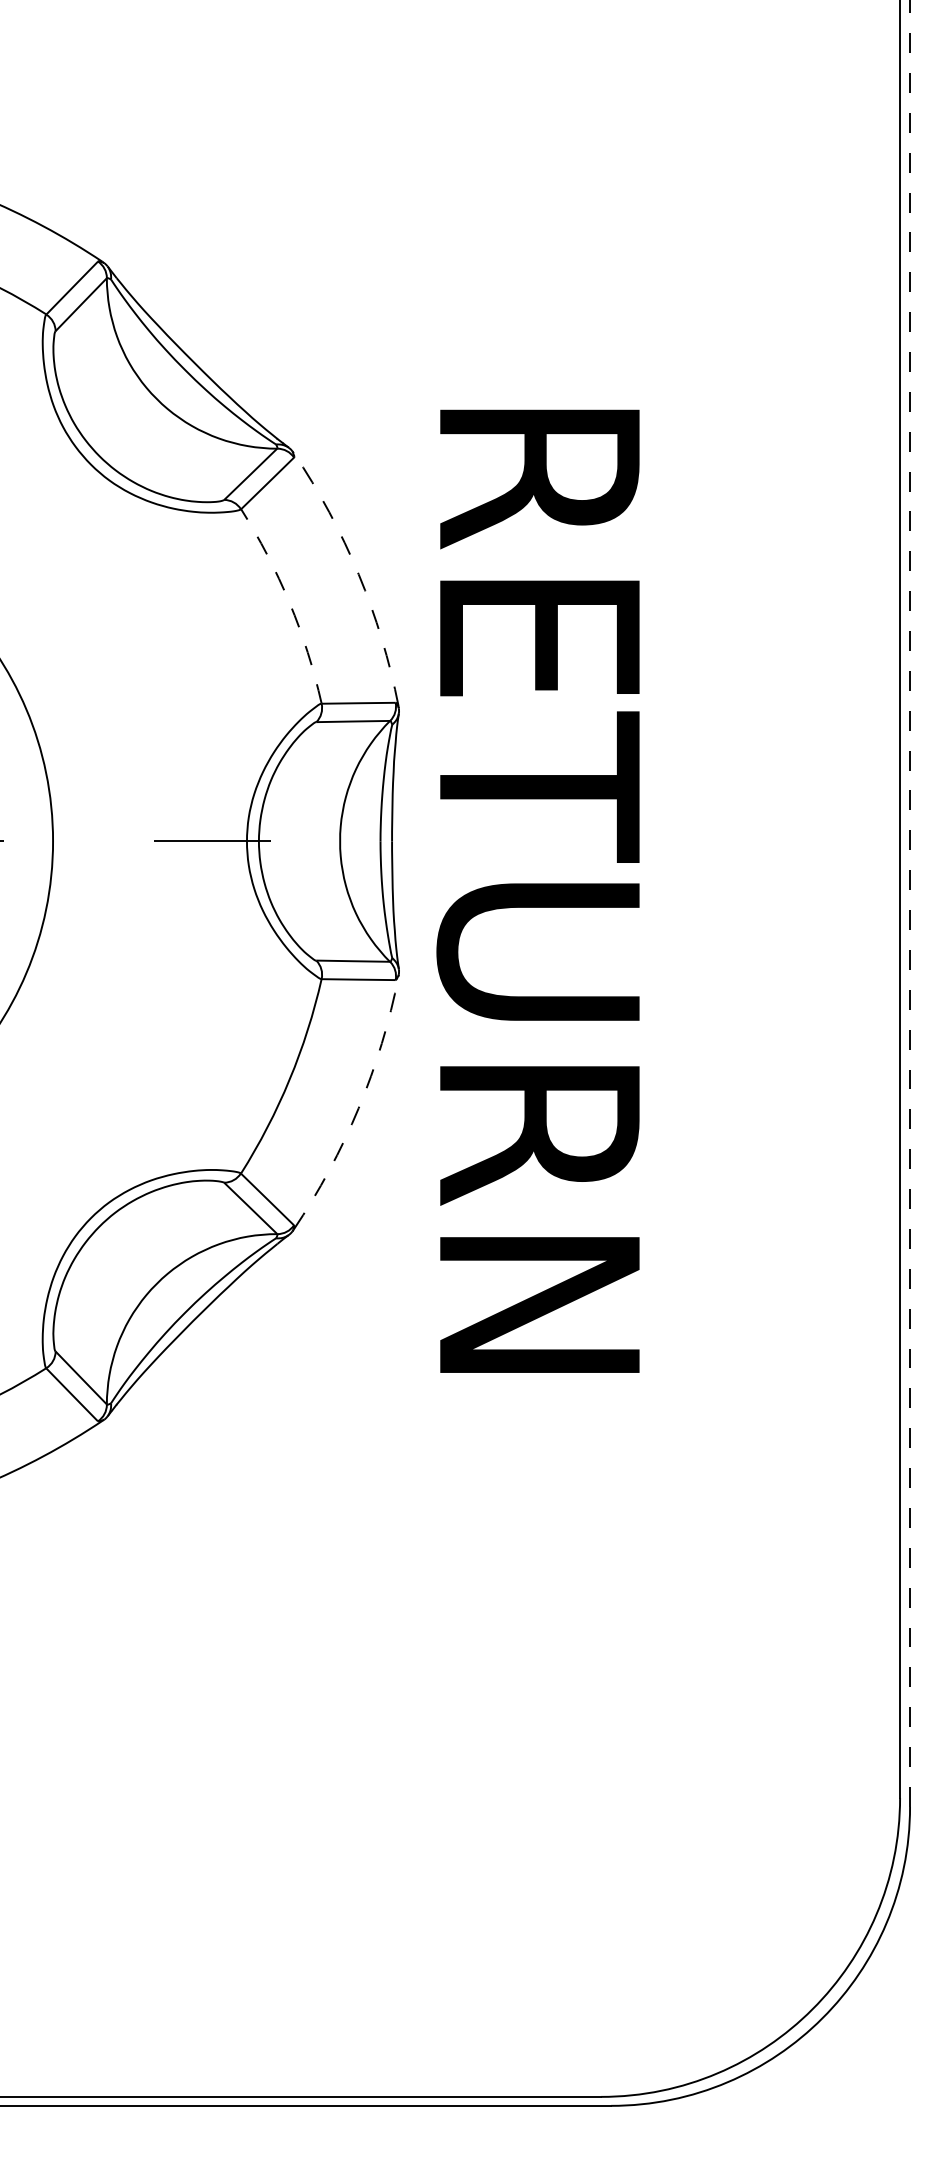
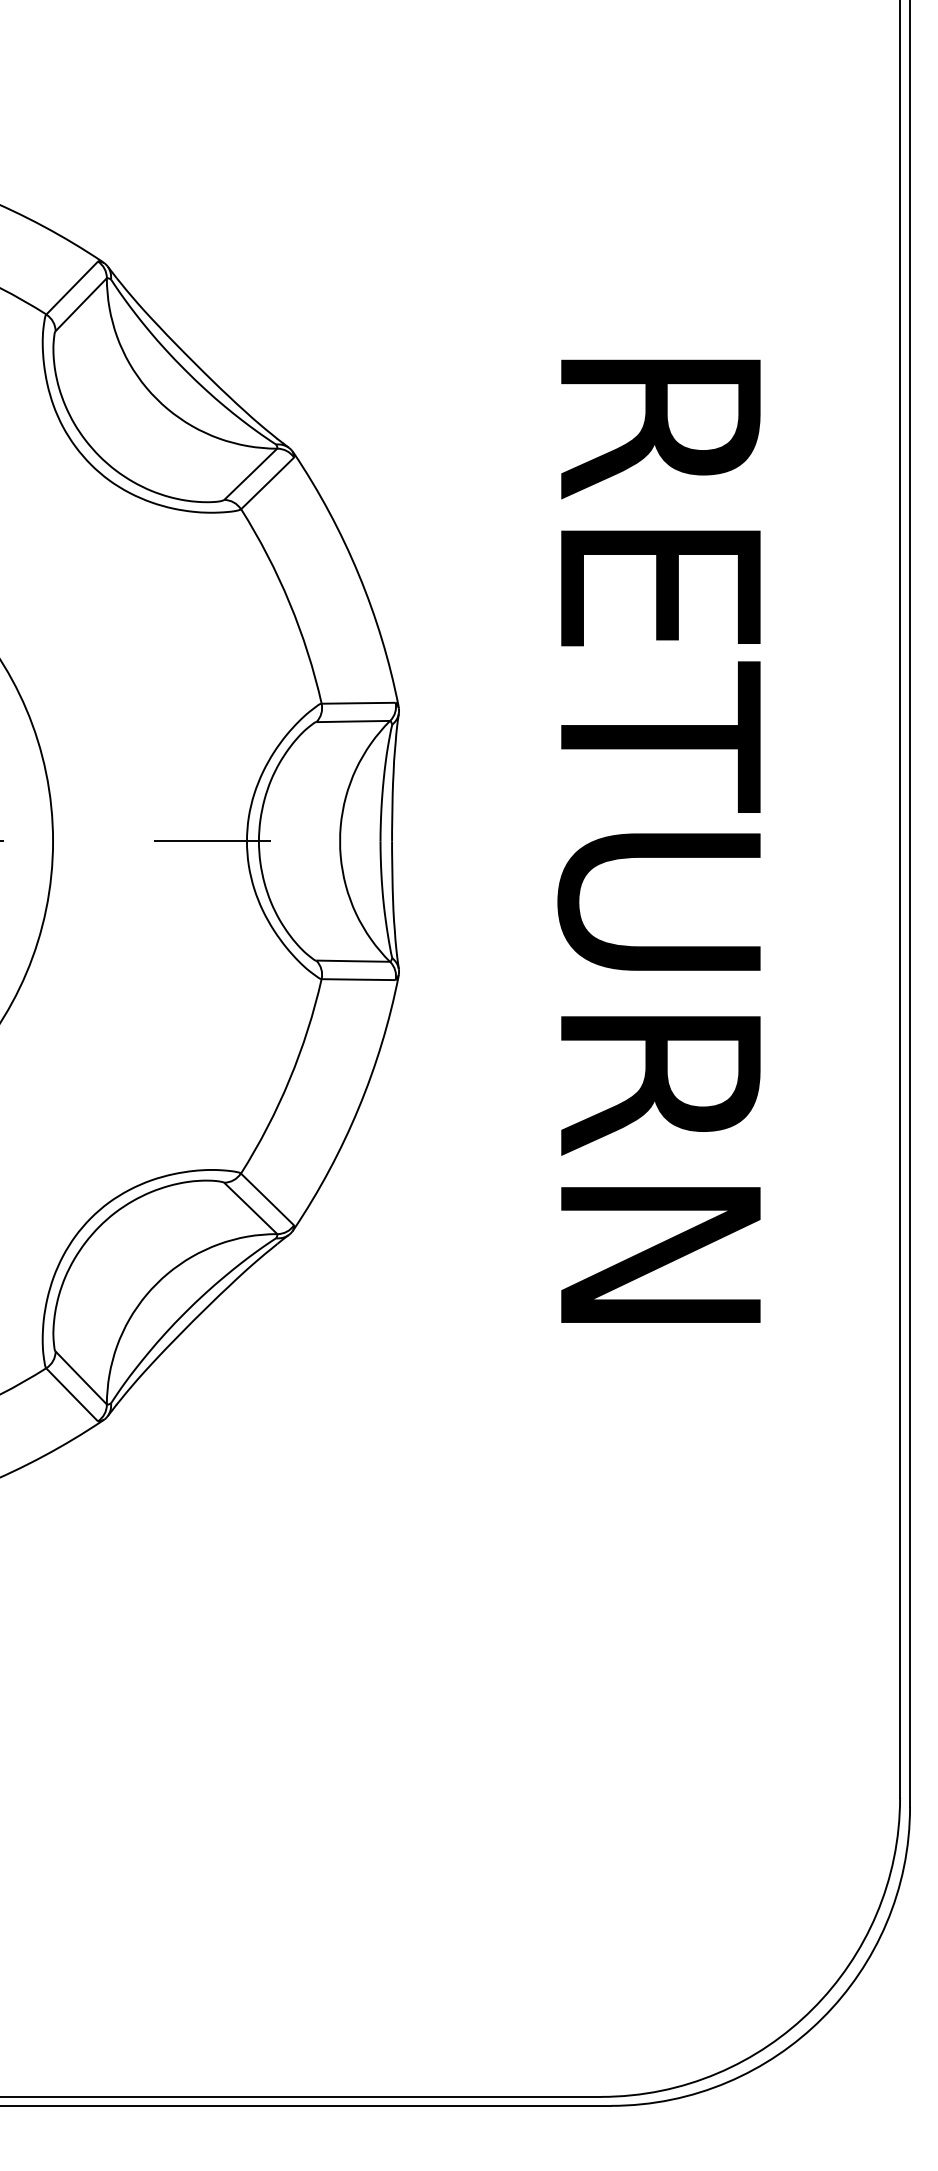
arc at (358, 574): dashed -> solid
arc at (289, 602): dashed -> solid
text at (537, 890) position: (537, 890) -> (658, 840)
line at (910, 902): dashed -> solid
arc at (358, 1108): dashed -> solid
